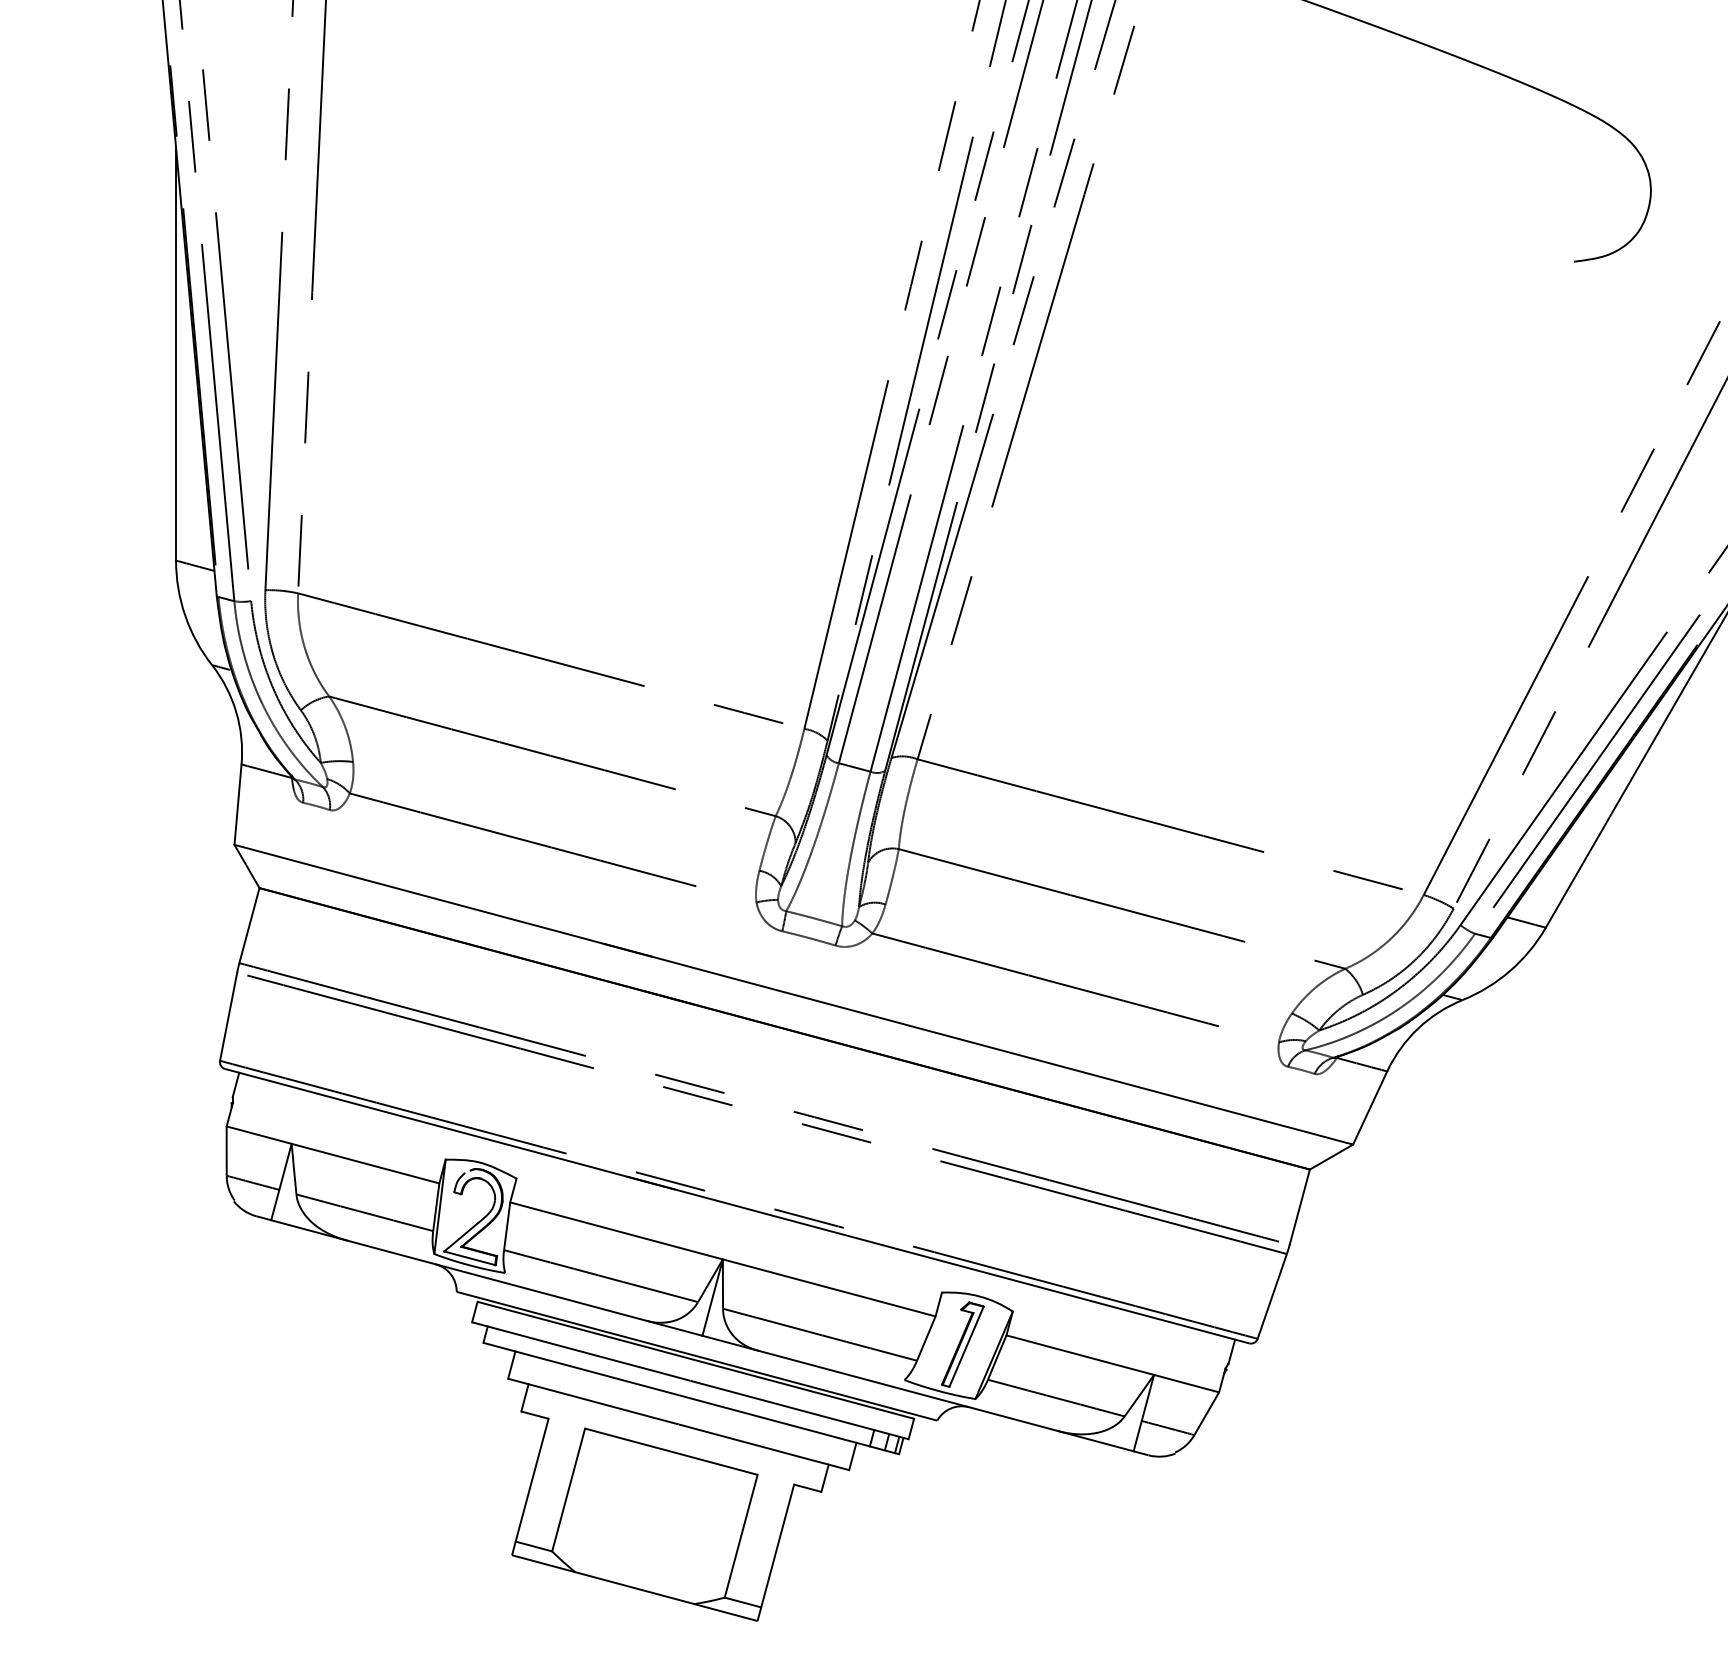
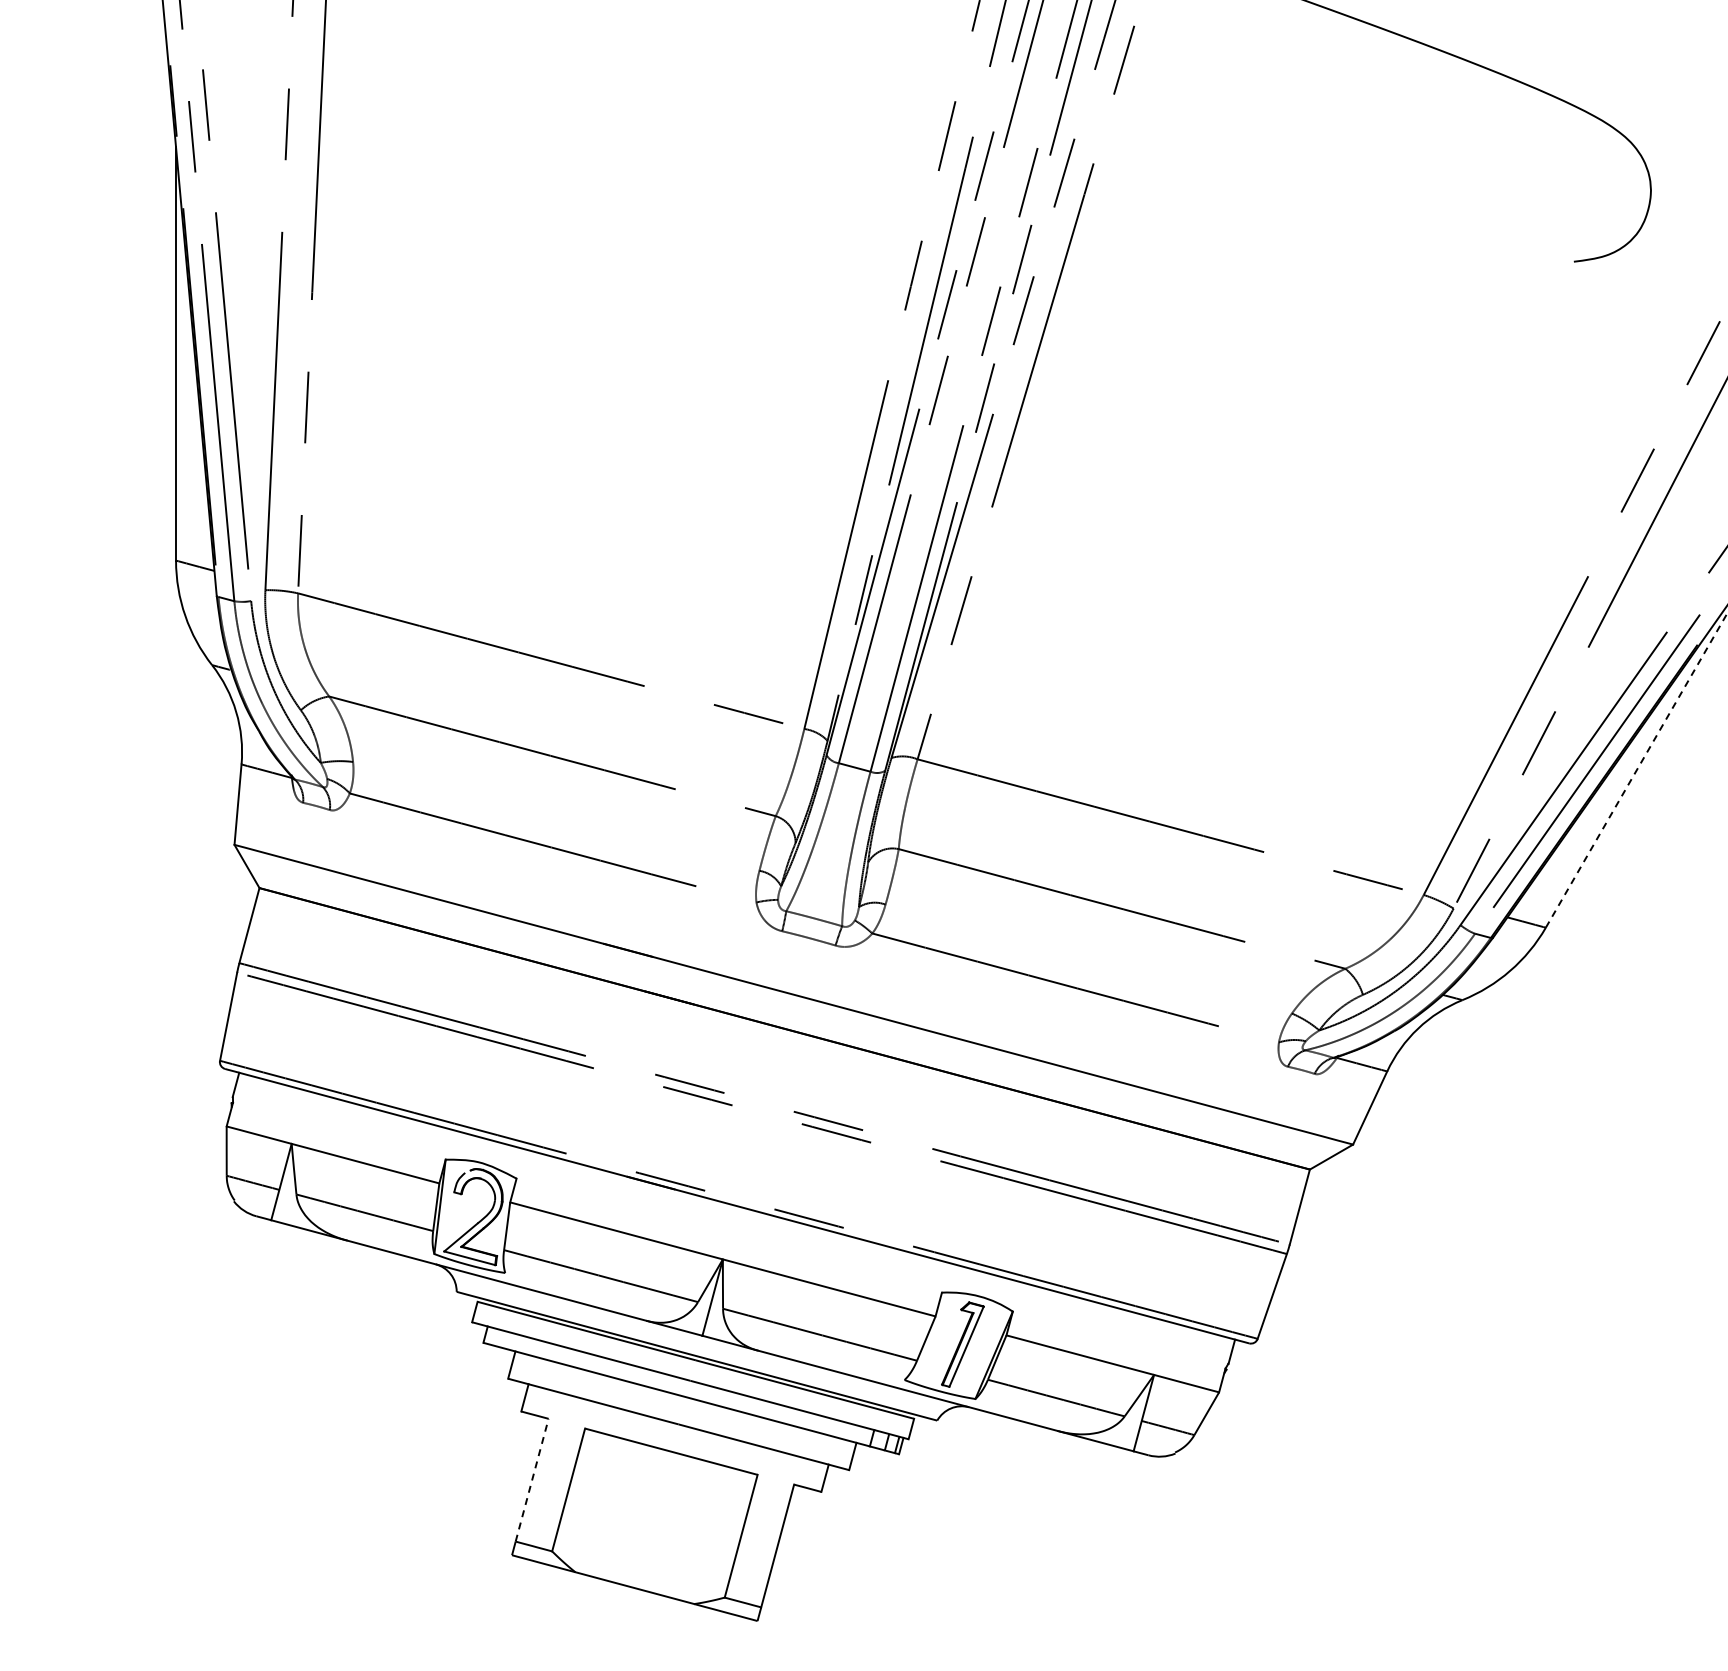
line at (1636, 770): solid -> dashed
line at (532, 1480): solid -> dashed
